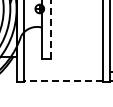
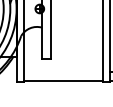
line at (50, 29): dashed -> solid
line at (62, 80): dashed -> solid
